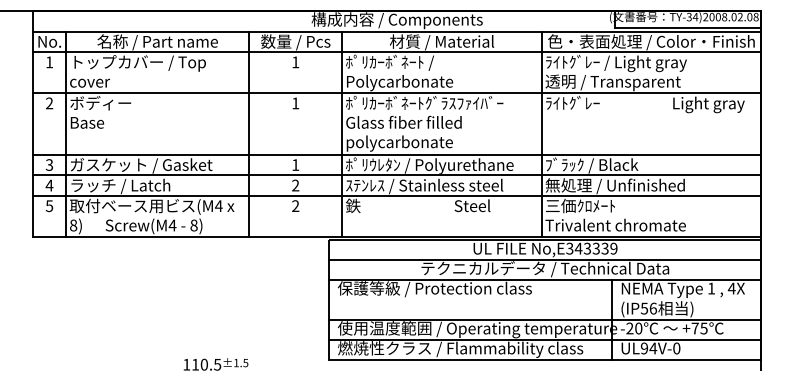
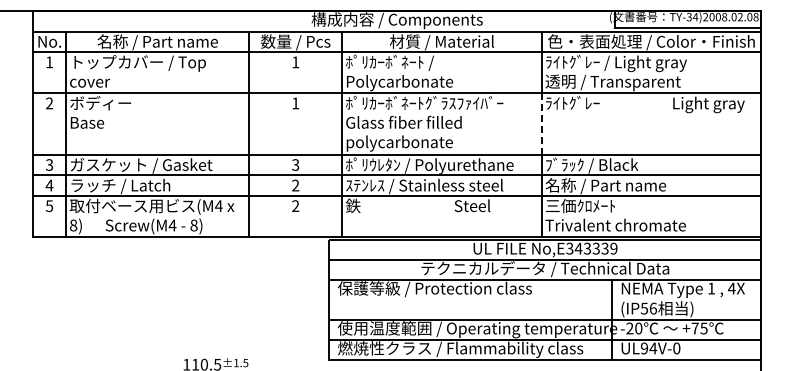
line at (541, 123): solid -> dashed
text at (295, 164): 1 -> 3
text at (614, 186): 無処理 / Unfinished -> 名称 / Part name
